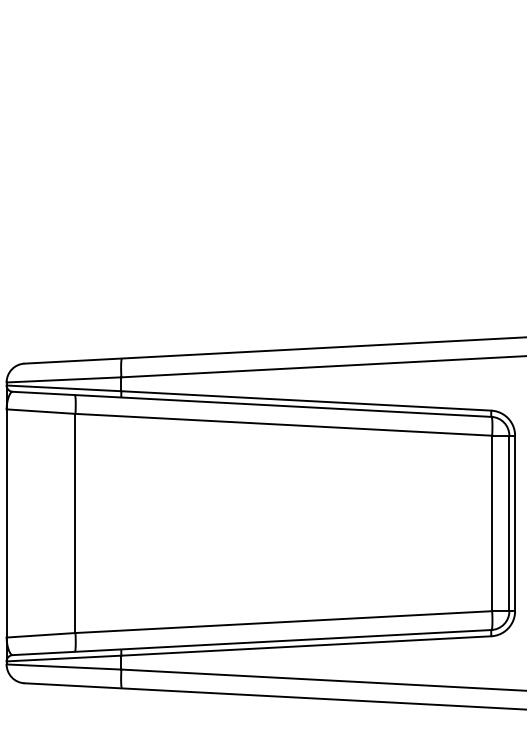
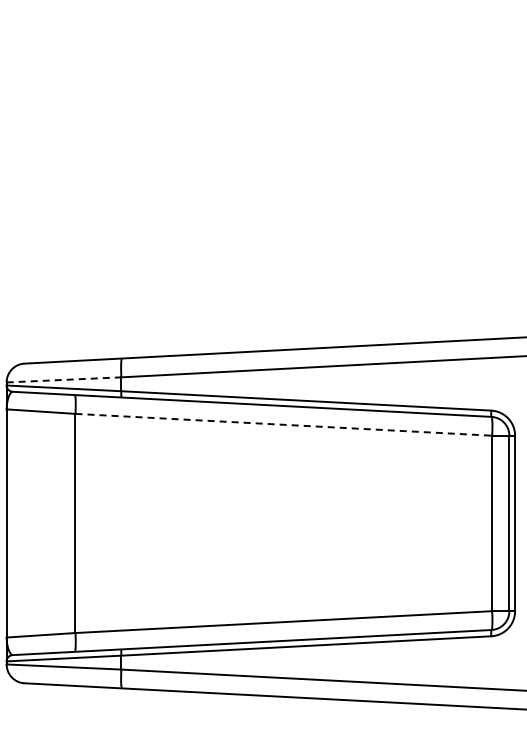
line at (64, 379): solid -> dashed
line at (283, 424): solid -> dashed
